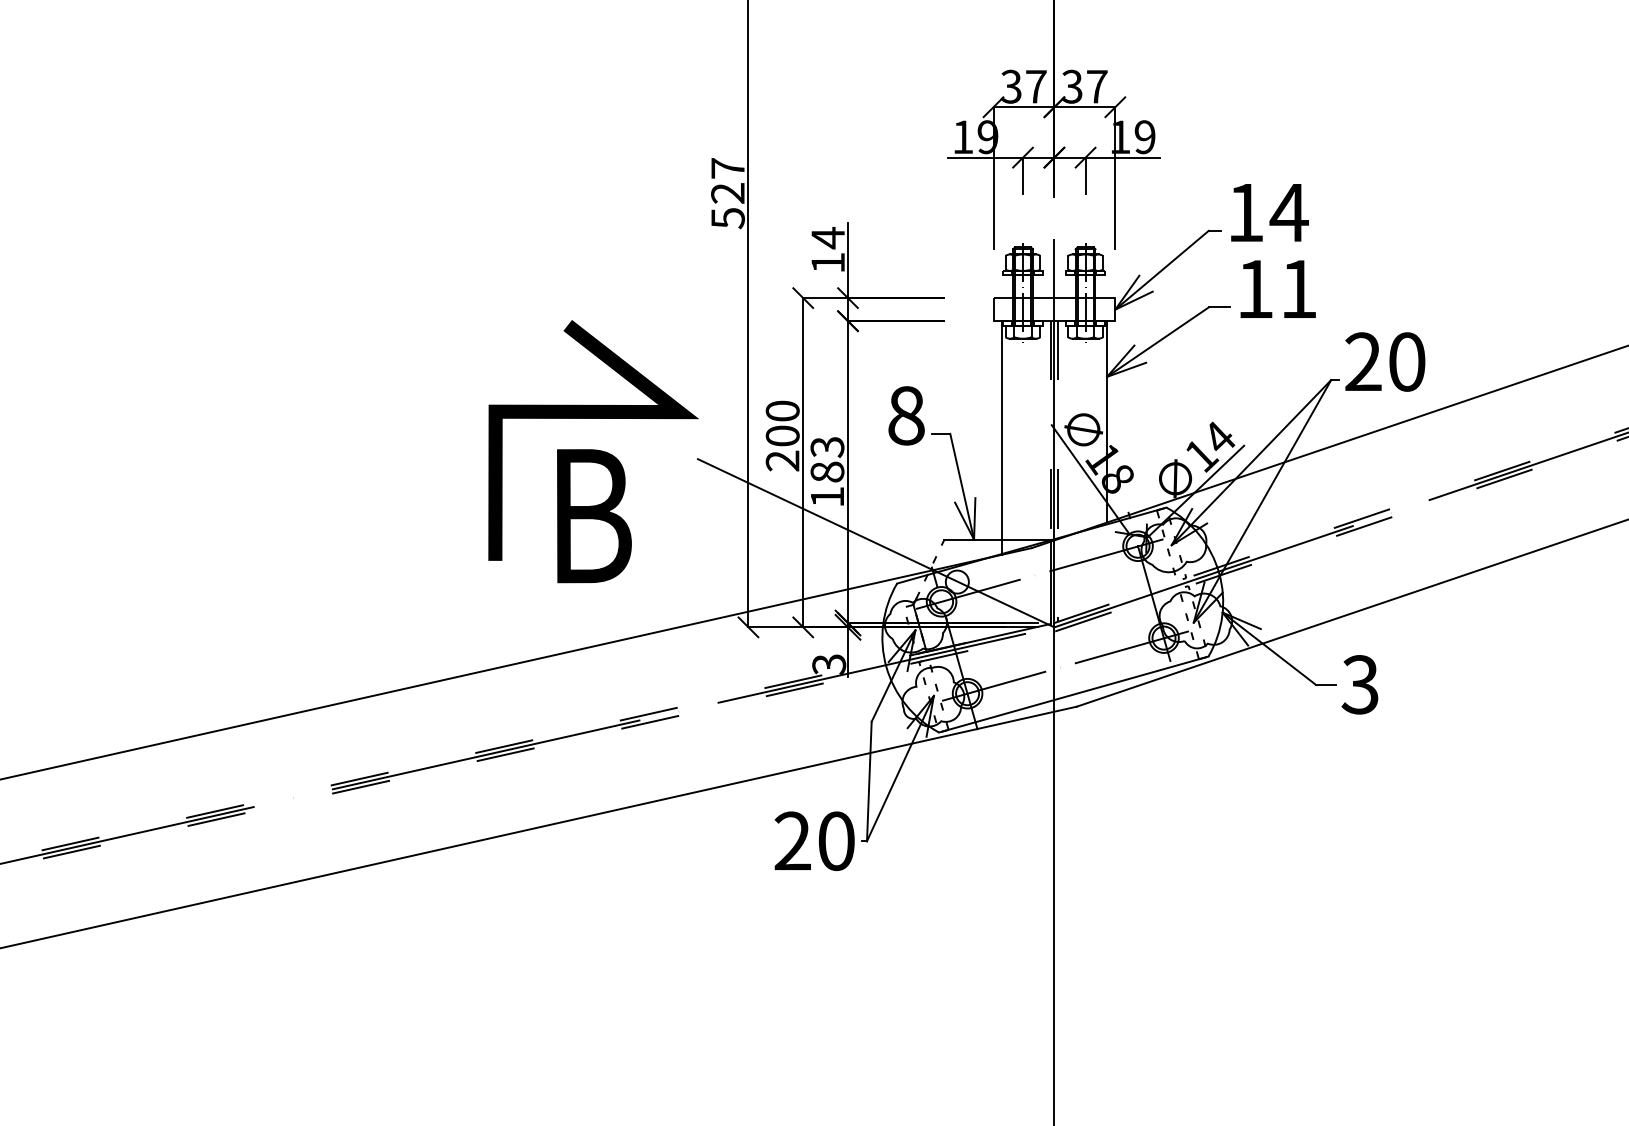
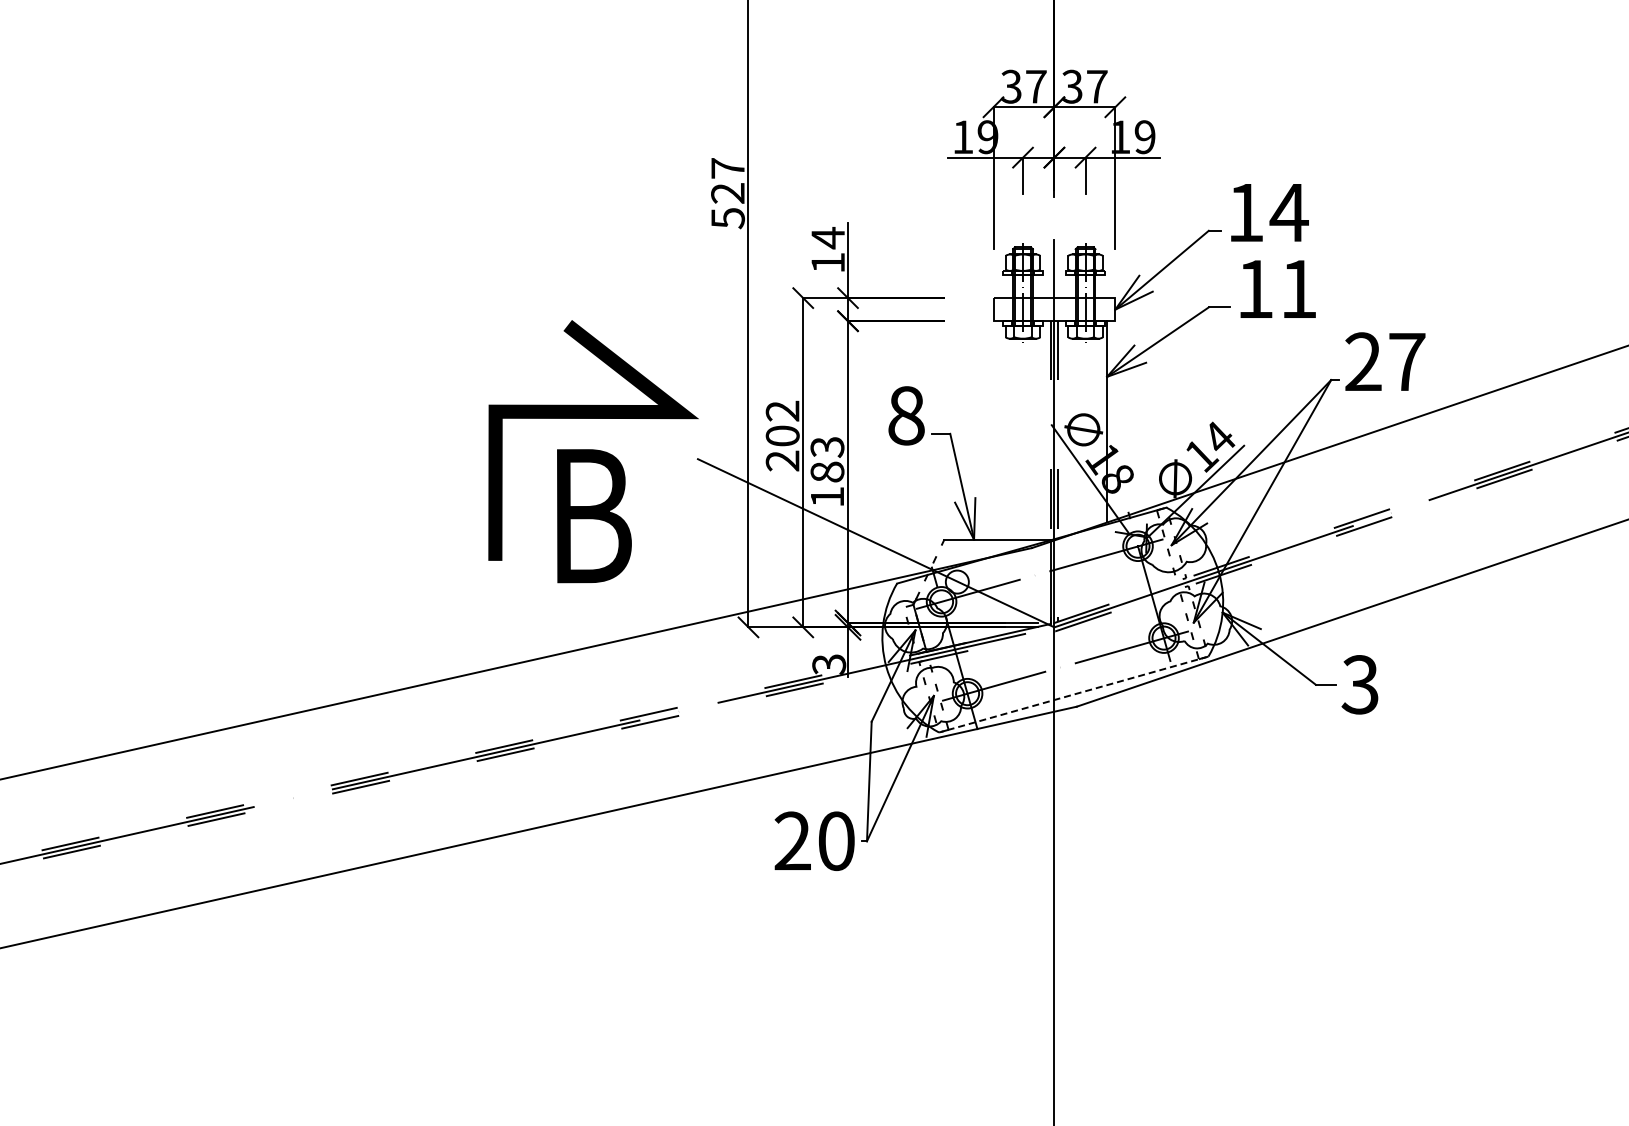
text at (1407, 361): 20 -> 27
text at (782, 410): 200 -> 202
line at (1001, 437): present -> none
line at (1073, 694): solid -> dashed
